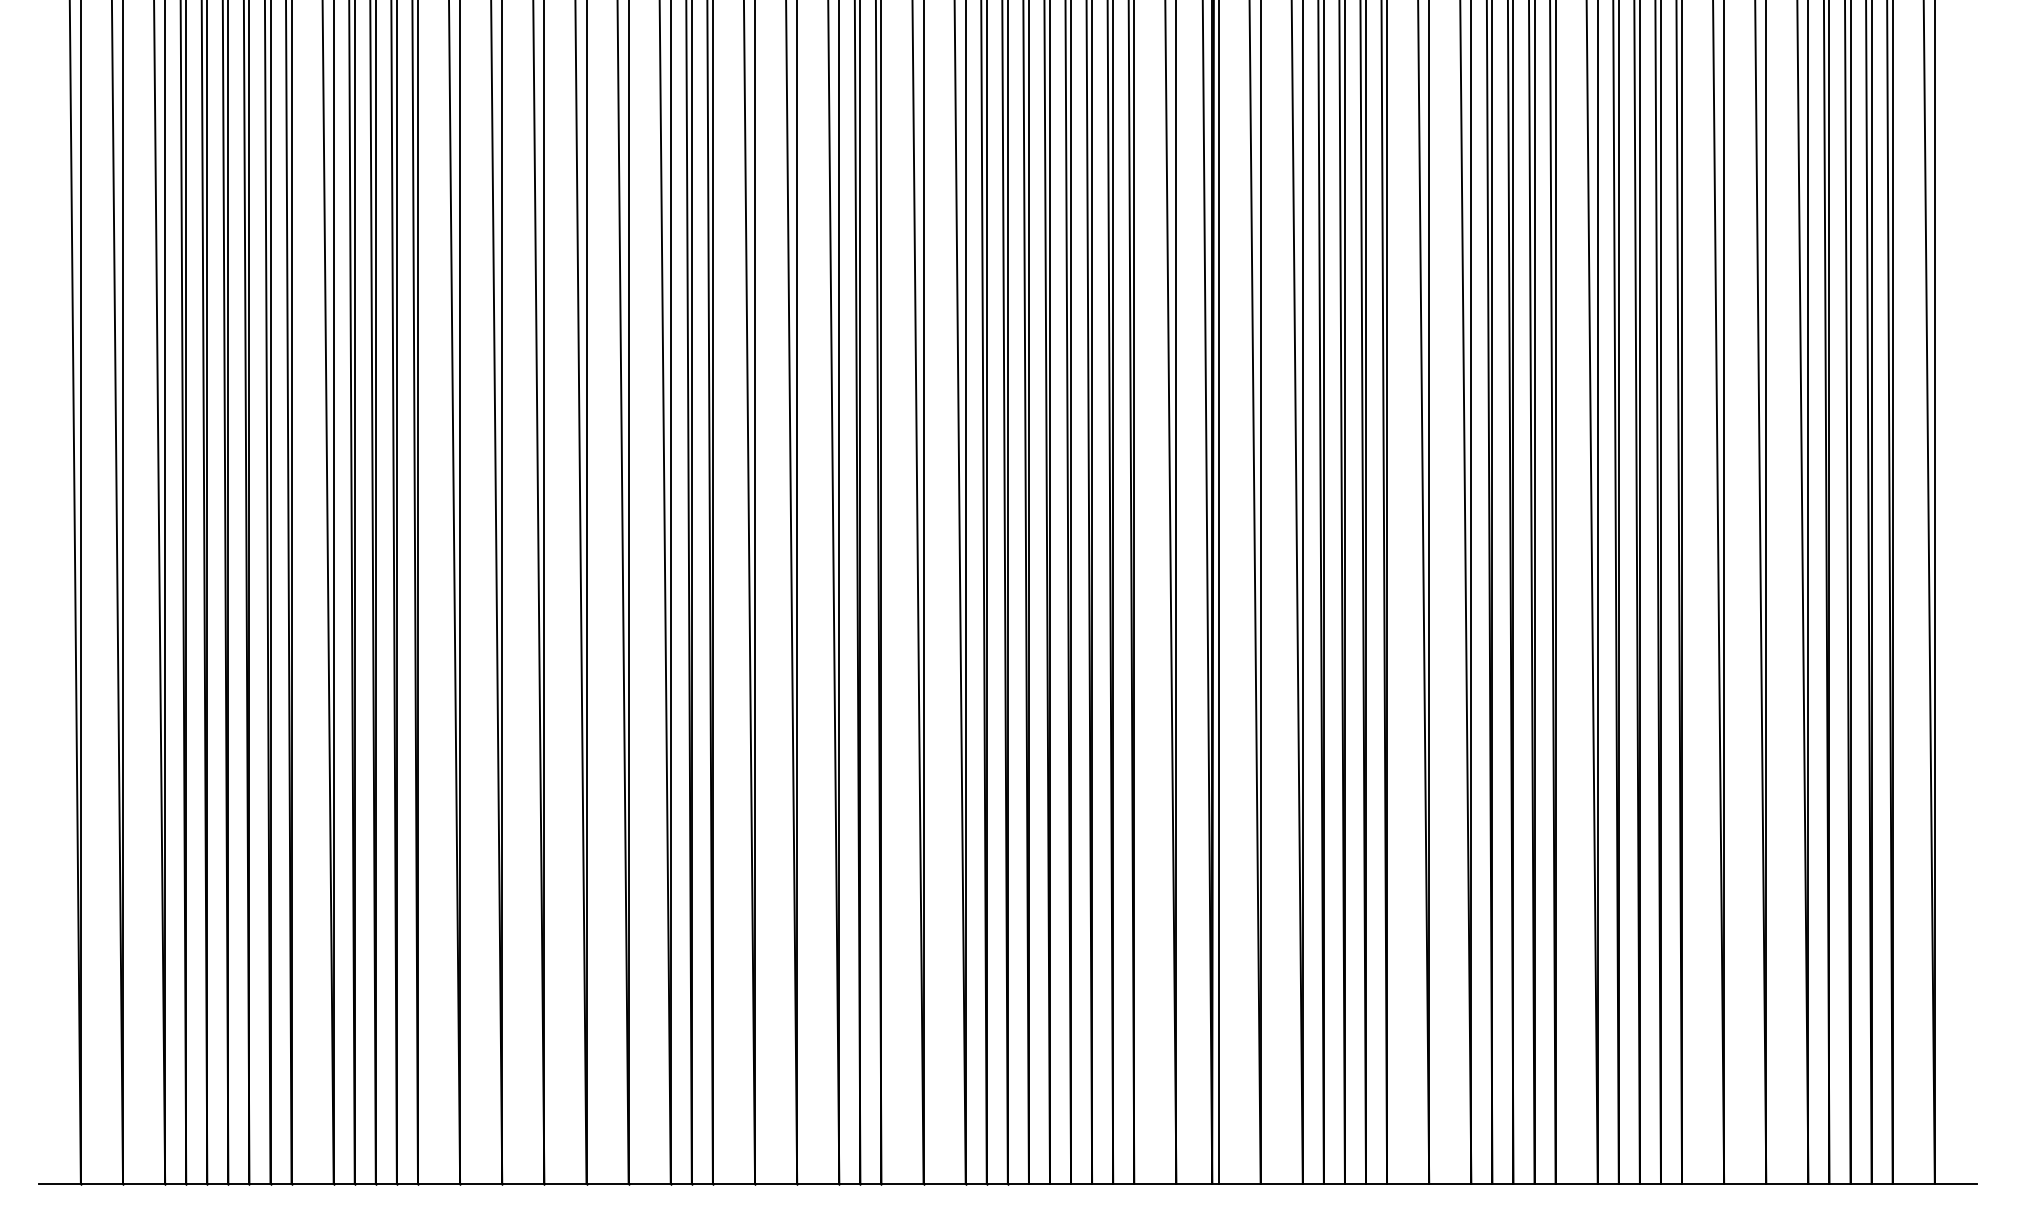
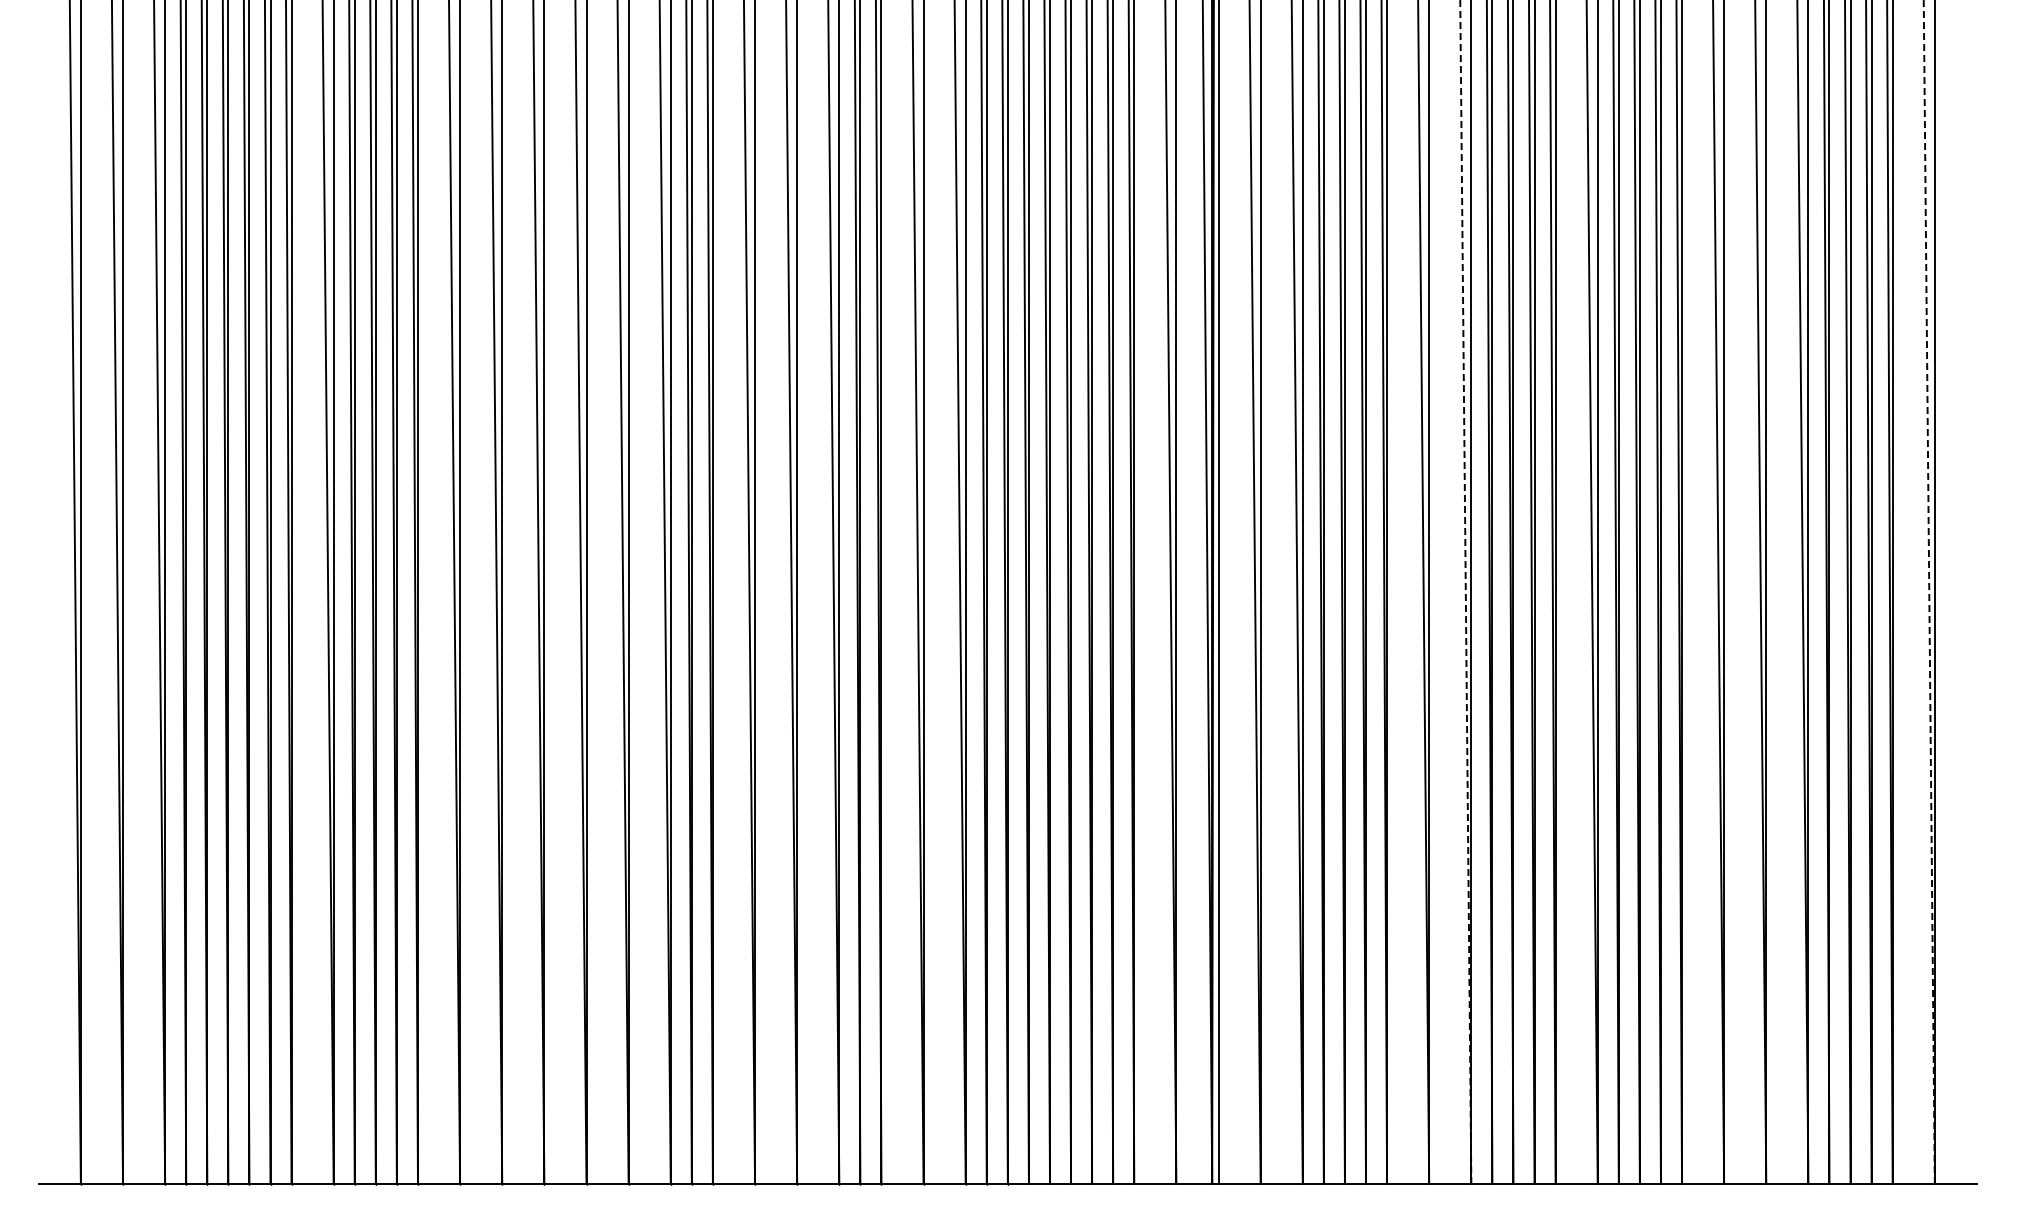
line at (1465, 592): solid -> dashed
line at (1929, 592): solid -> dashed
